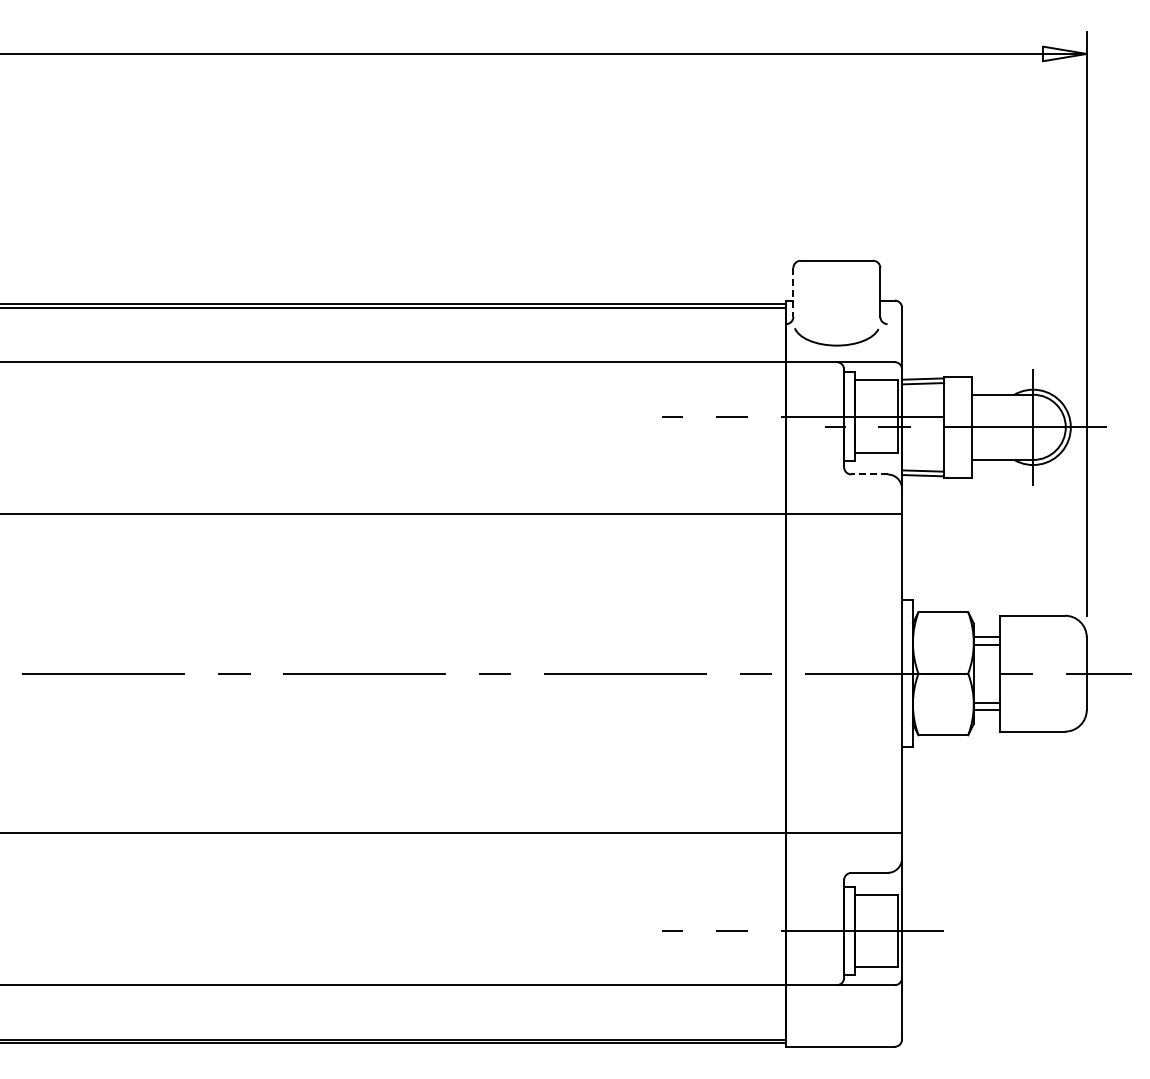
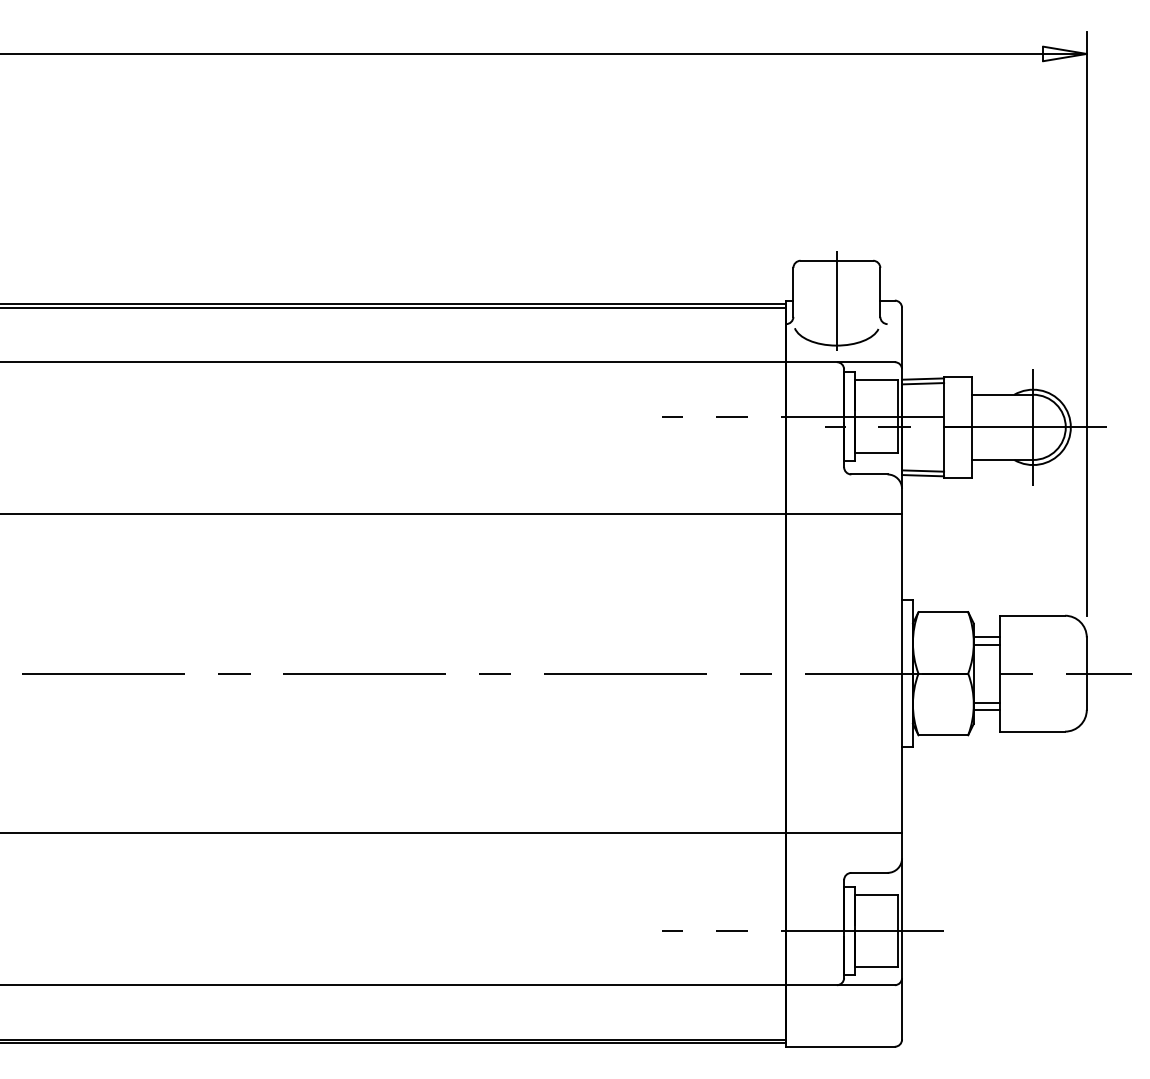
line at (793, 292): dashed -> solid
line at (836, 301): none -> present
line at (868, 474): dashed -> solid
